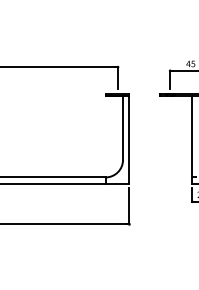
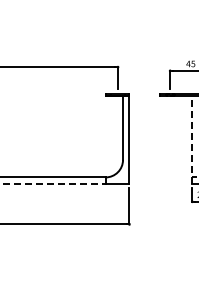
line at (192, 140): solid -> dashed
line at (53, 183): solid -> dashed
